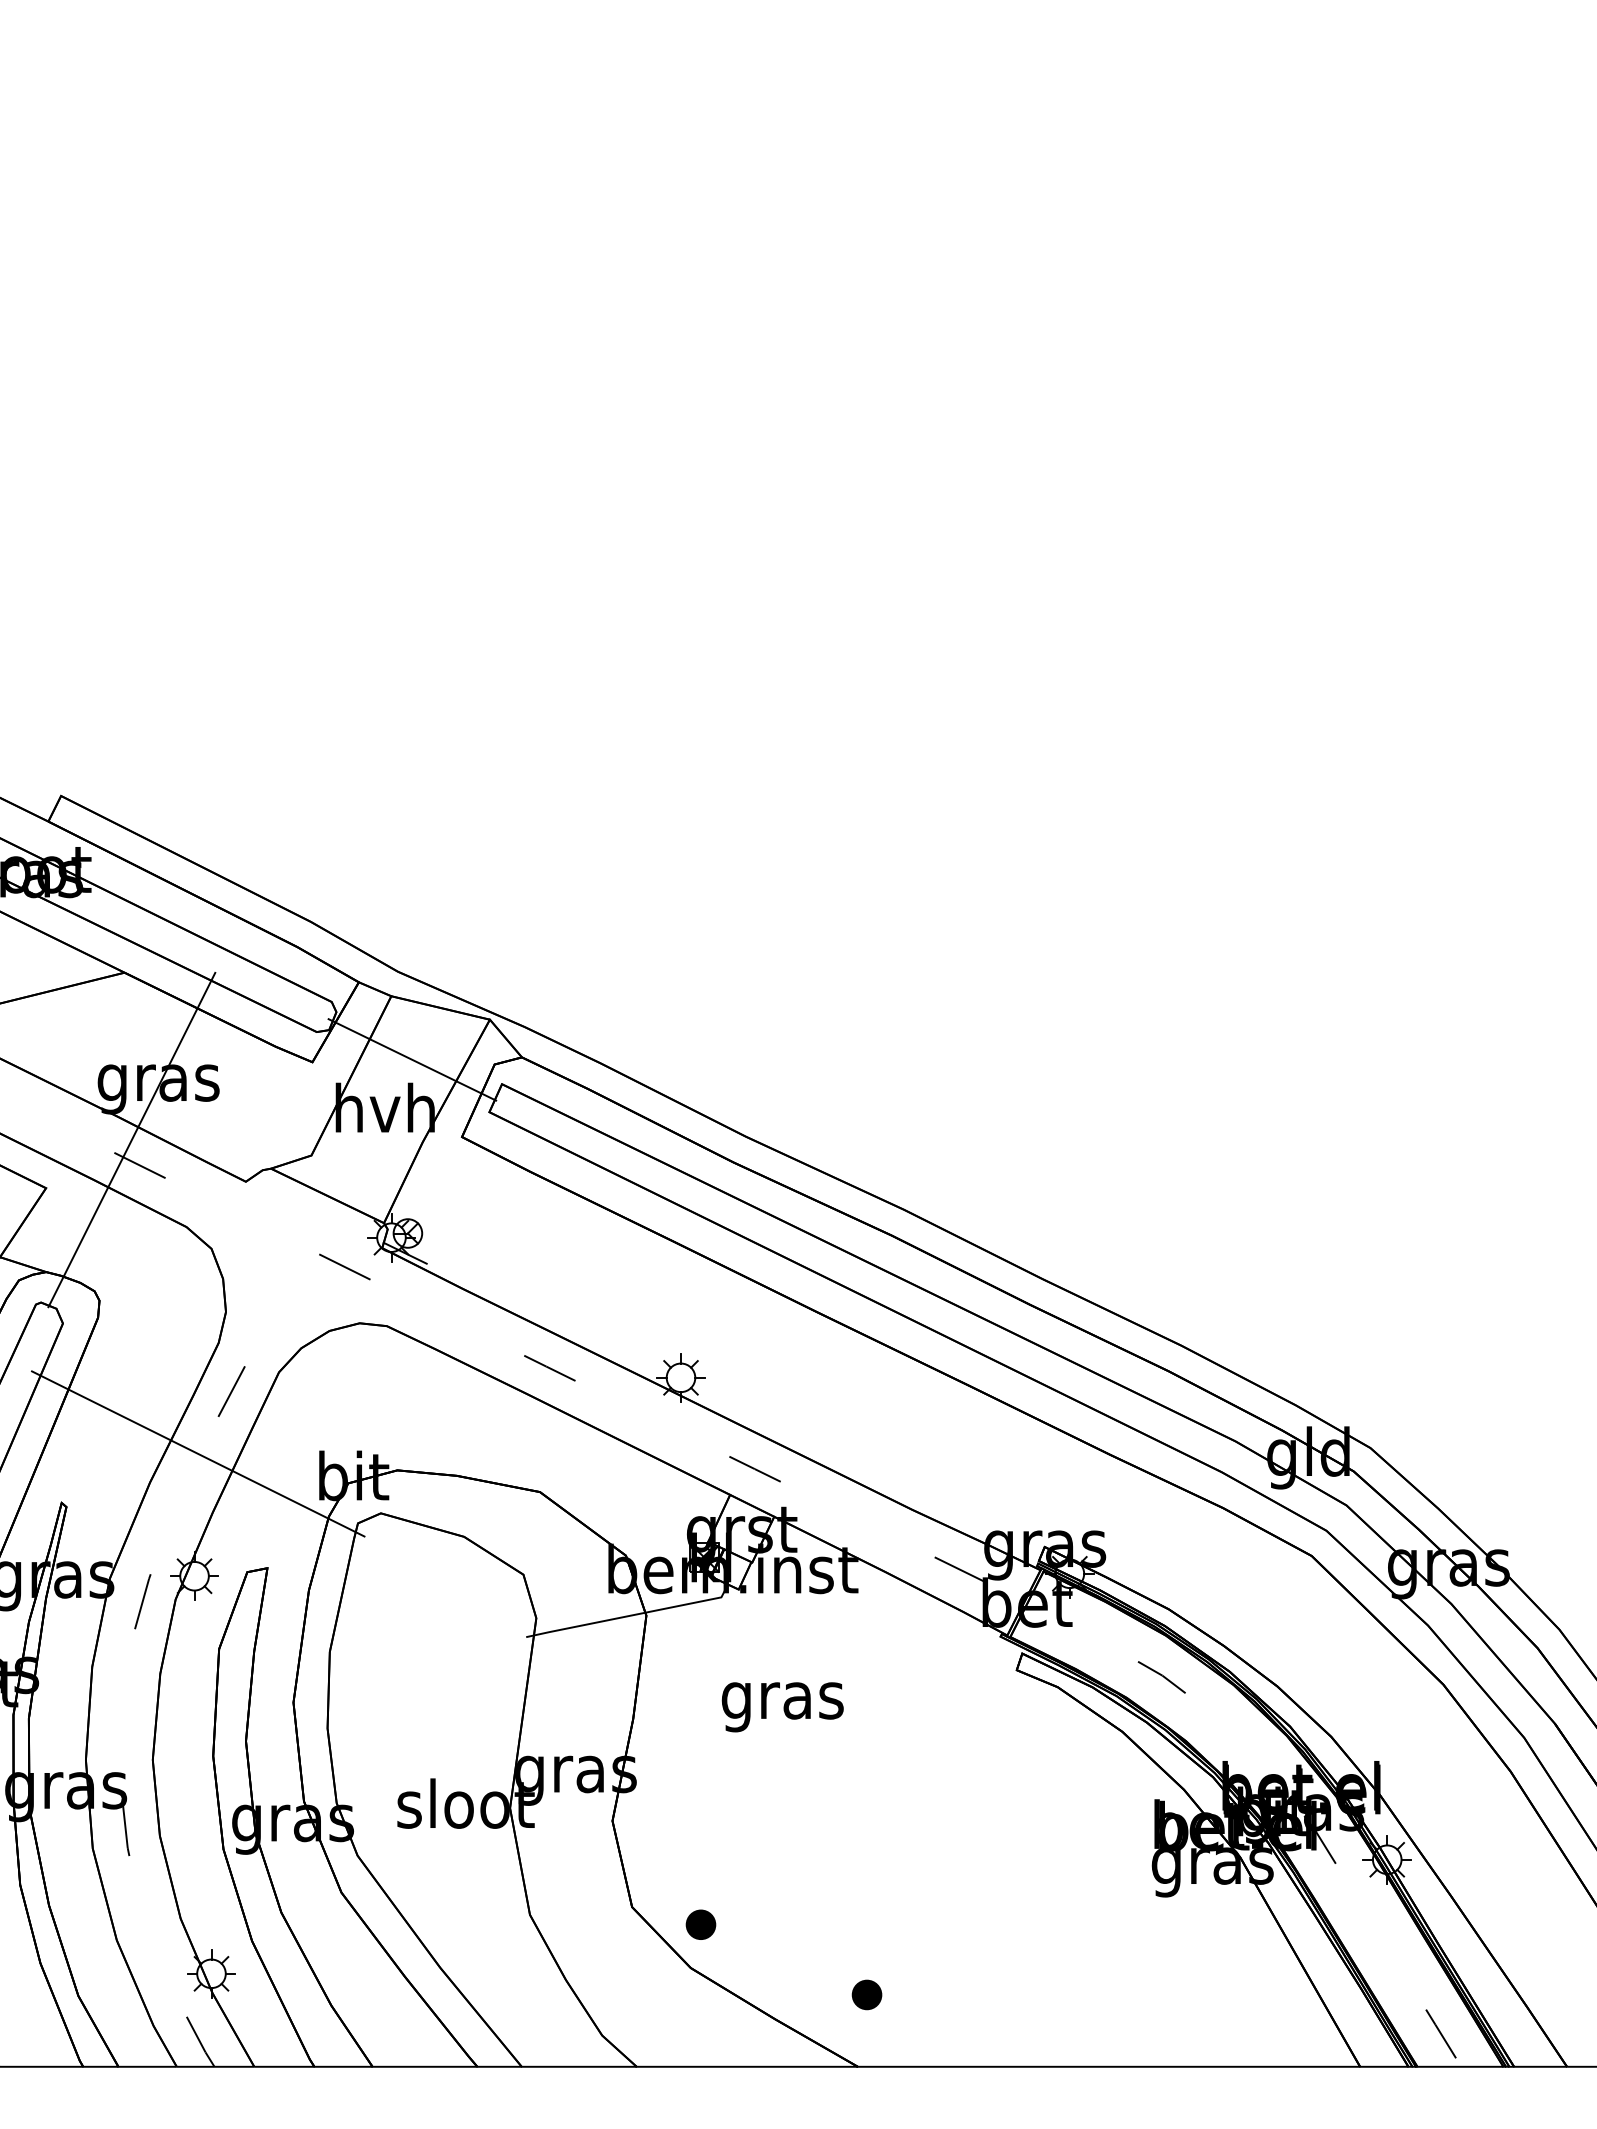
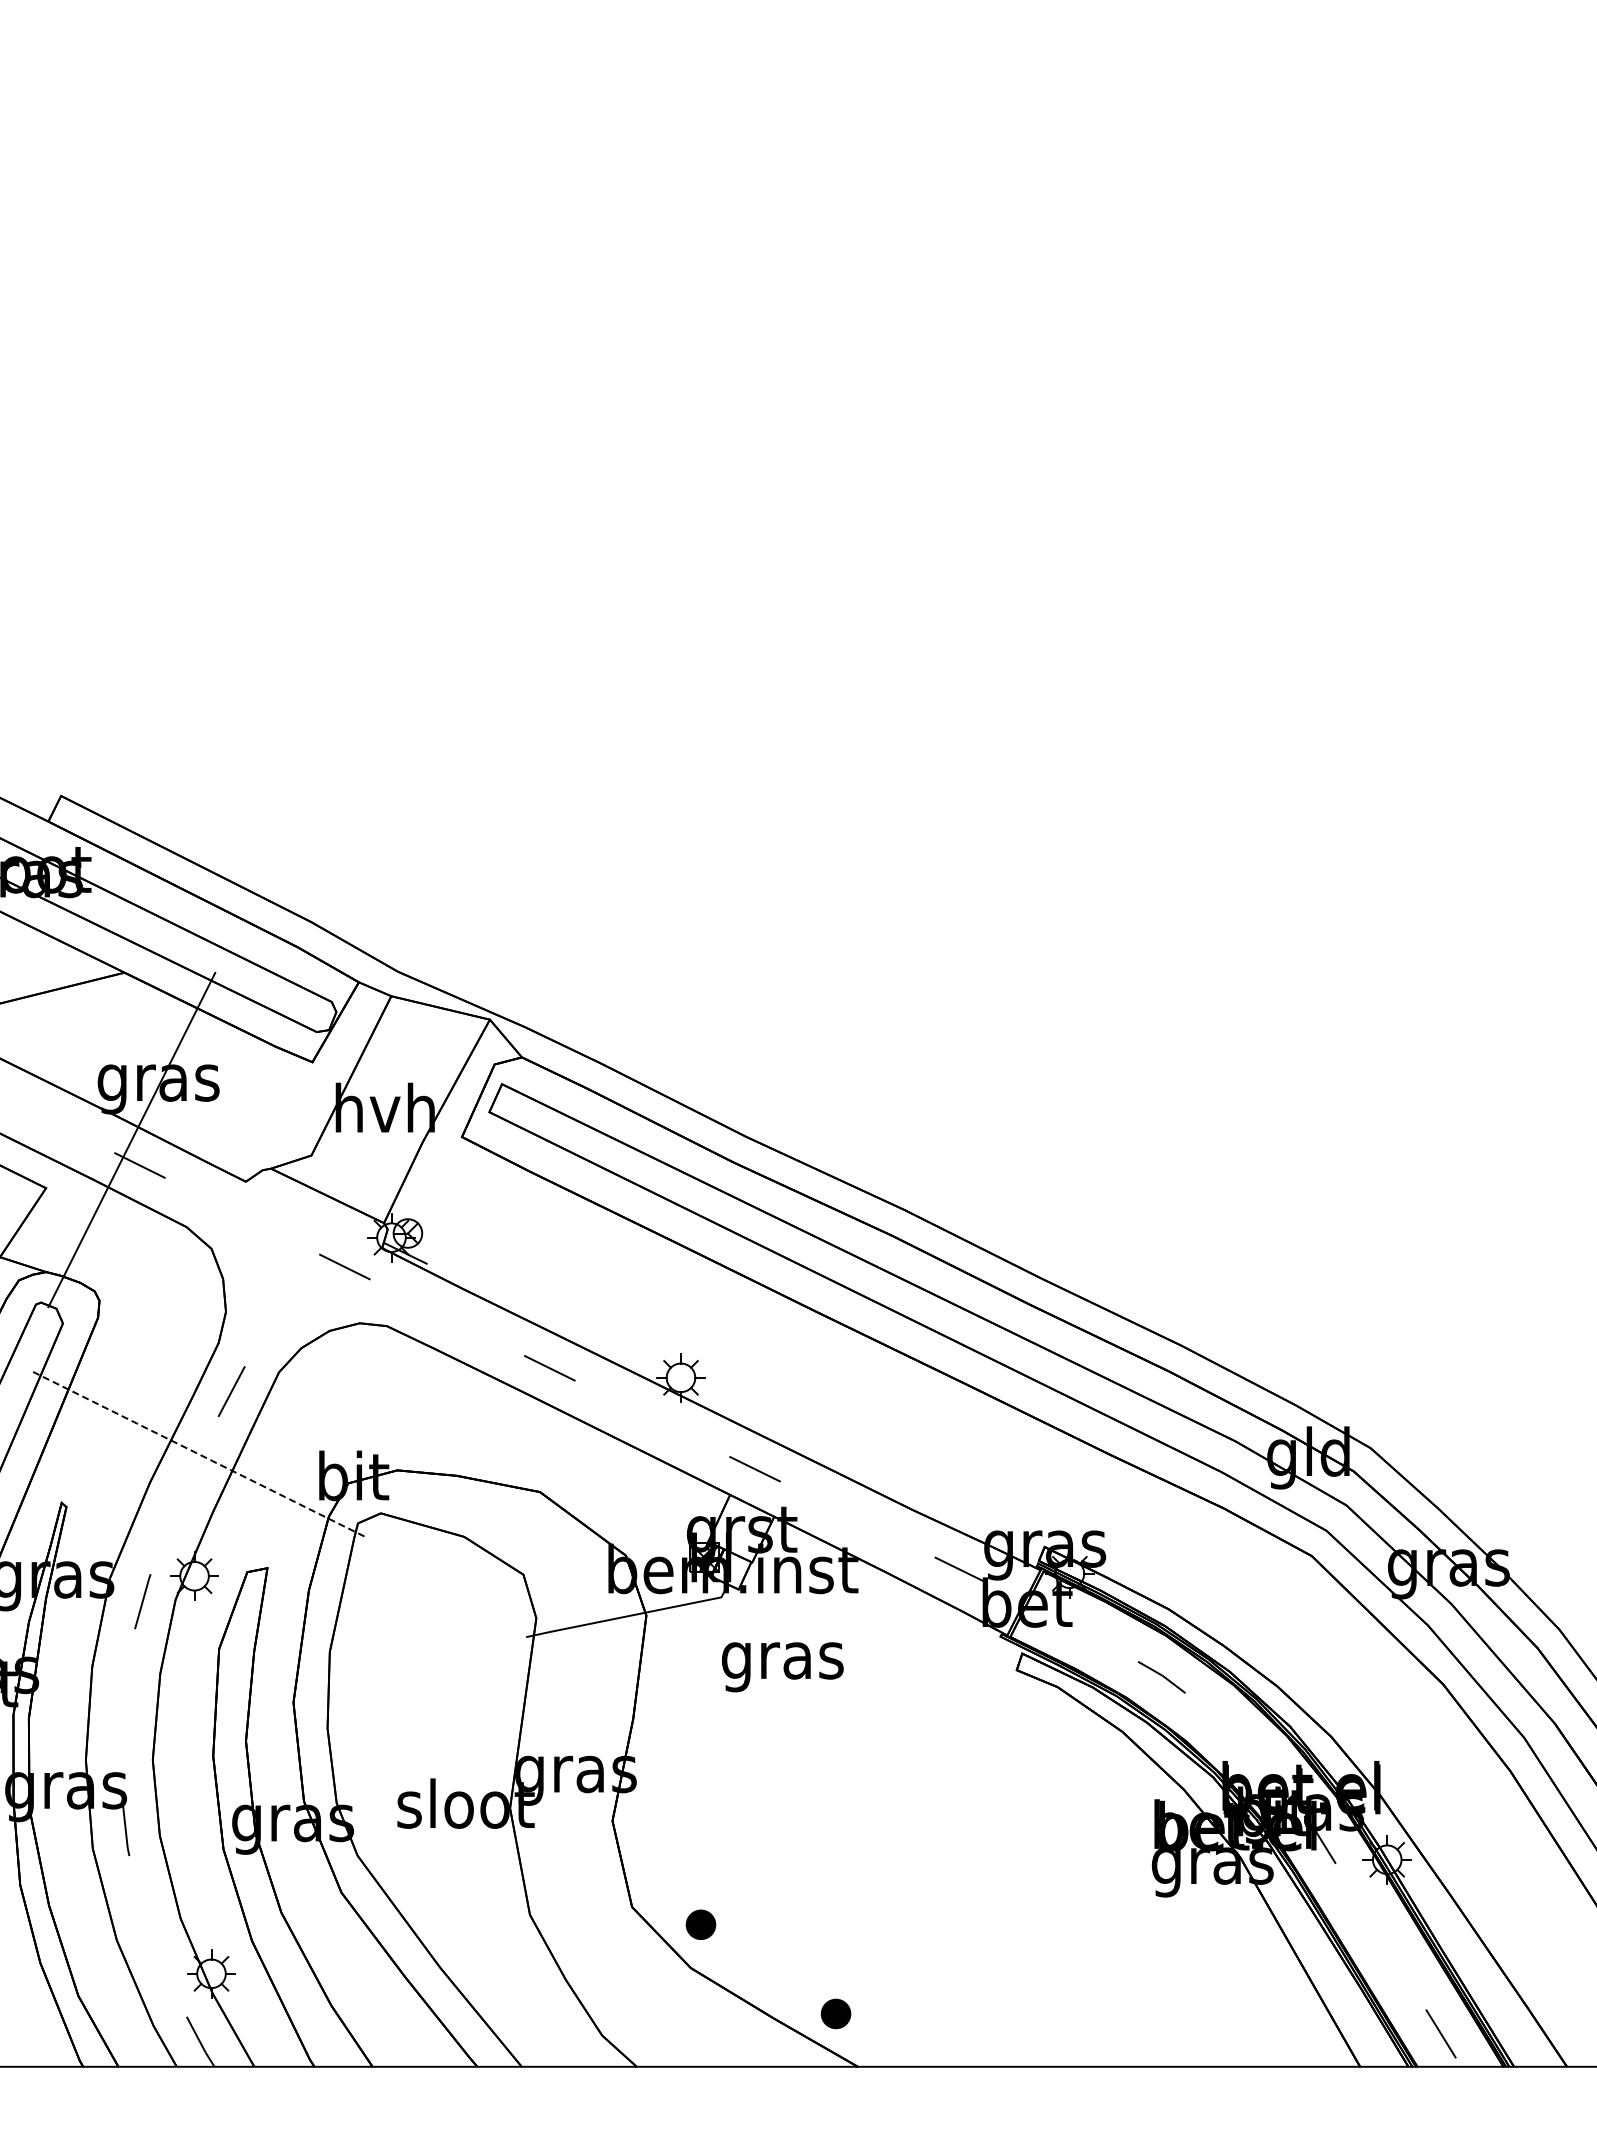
line at (412, 1059): present -> none
line at (198, 1453): solid -> dashed
text at (782, 1707) position: (782, 1707) -> (782, 1667)
part at (866, 1994) position: (866, 1994) -> (835, 2013)
